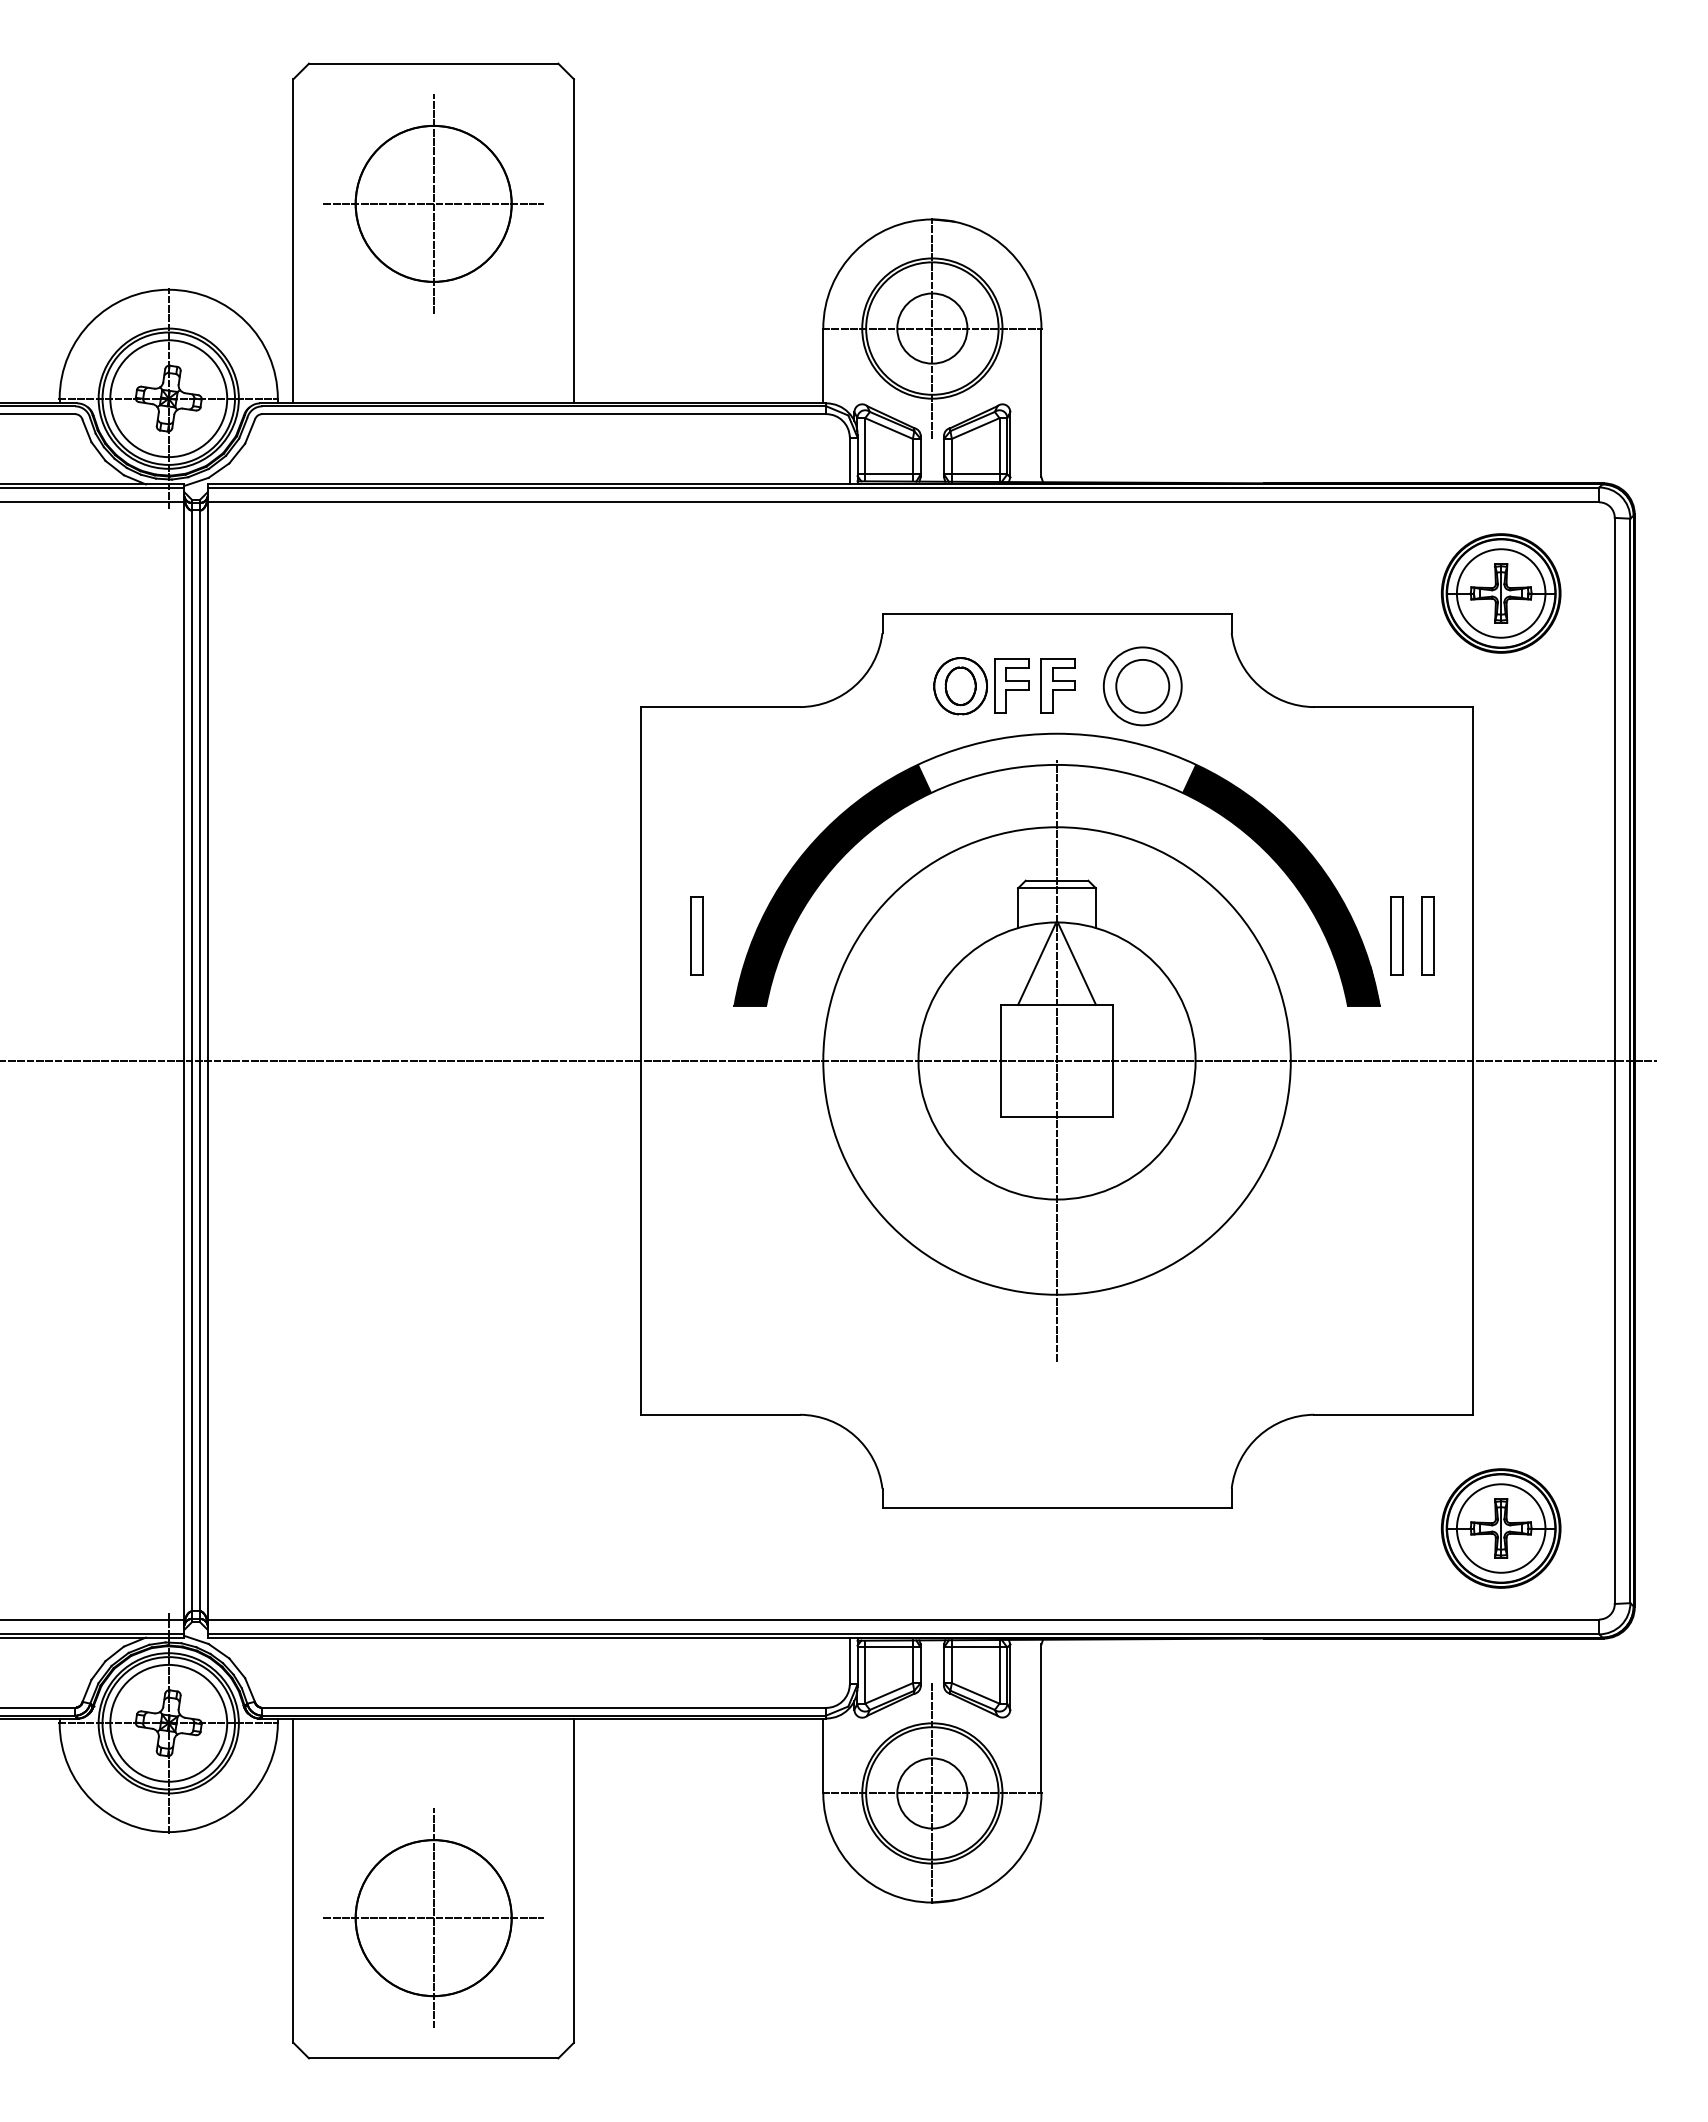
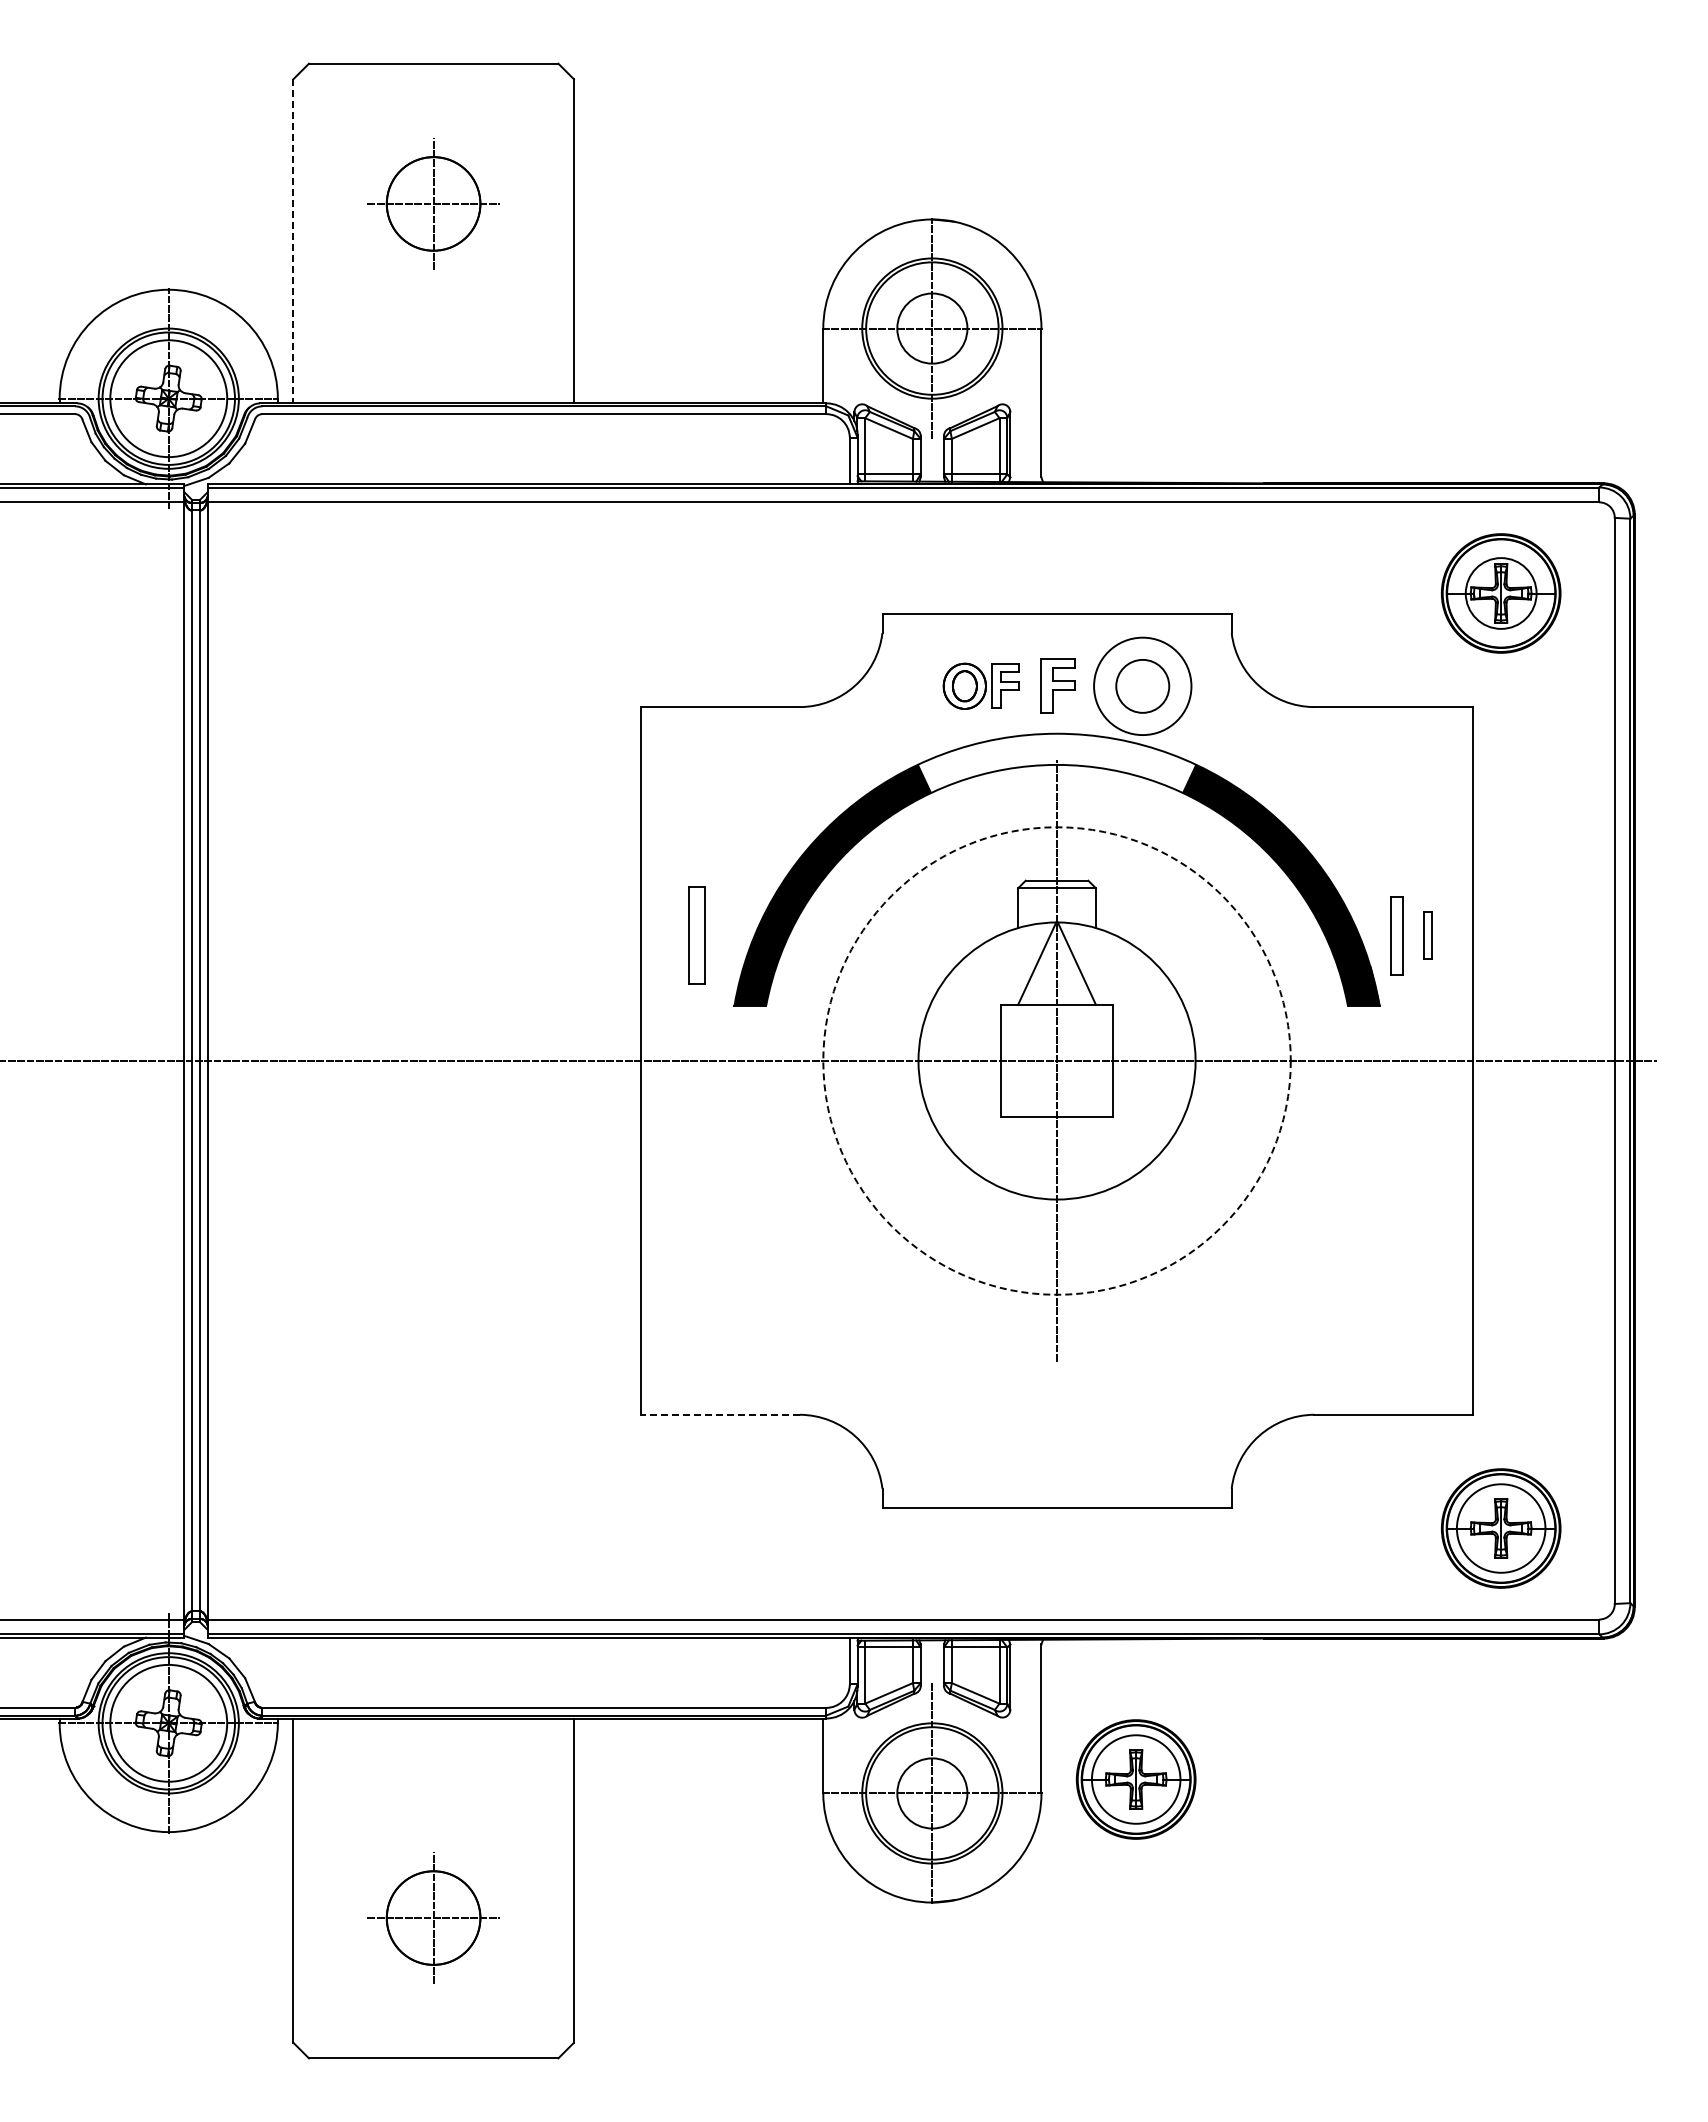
part at (433, 203) size: 221x220 px -> 133x132 px
line at (293, 241): solid -> dashed
circle at (1500, 593) diameter: 89 px -> 71 px
part at (981, 686) size: 97x59 px -> 78x48 px
circle at (1142, 686) diameter: 78 px -> 97 px
part at (696, 935) size: 14x80 px -> 18x99 px
part at (1427, 935) size: 14x80 px -> 10x49 px
circle at (1056, 1060): solid -> dashed
line at (719, 1414): solid -> dashed
part at (1135, 1779): none -> present
part at (433, 1917) size: 221x220 px -> 133x132 px
